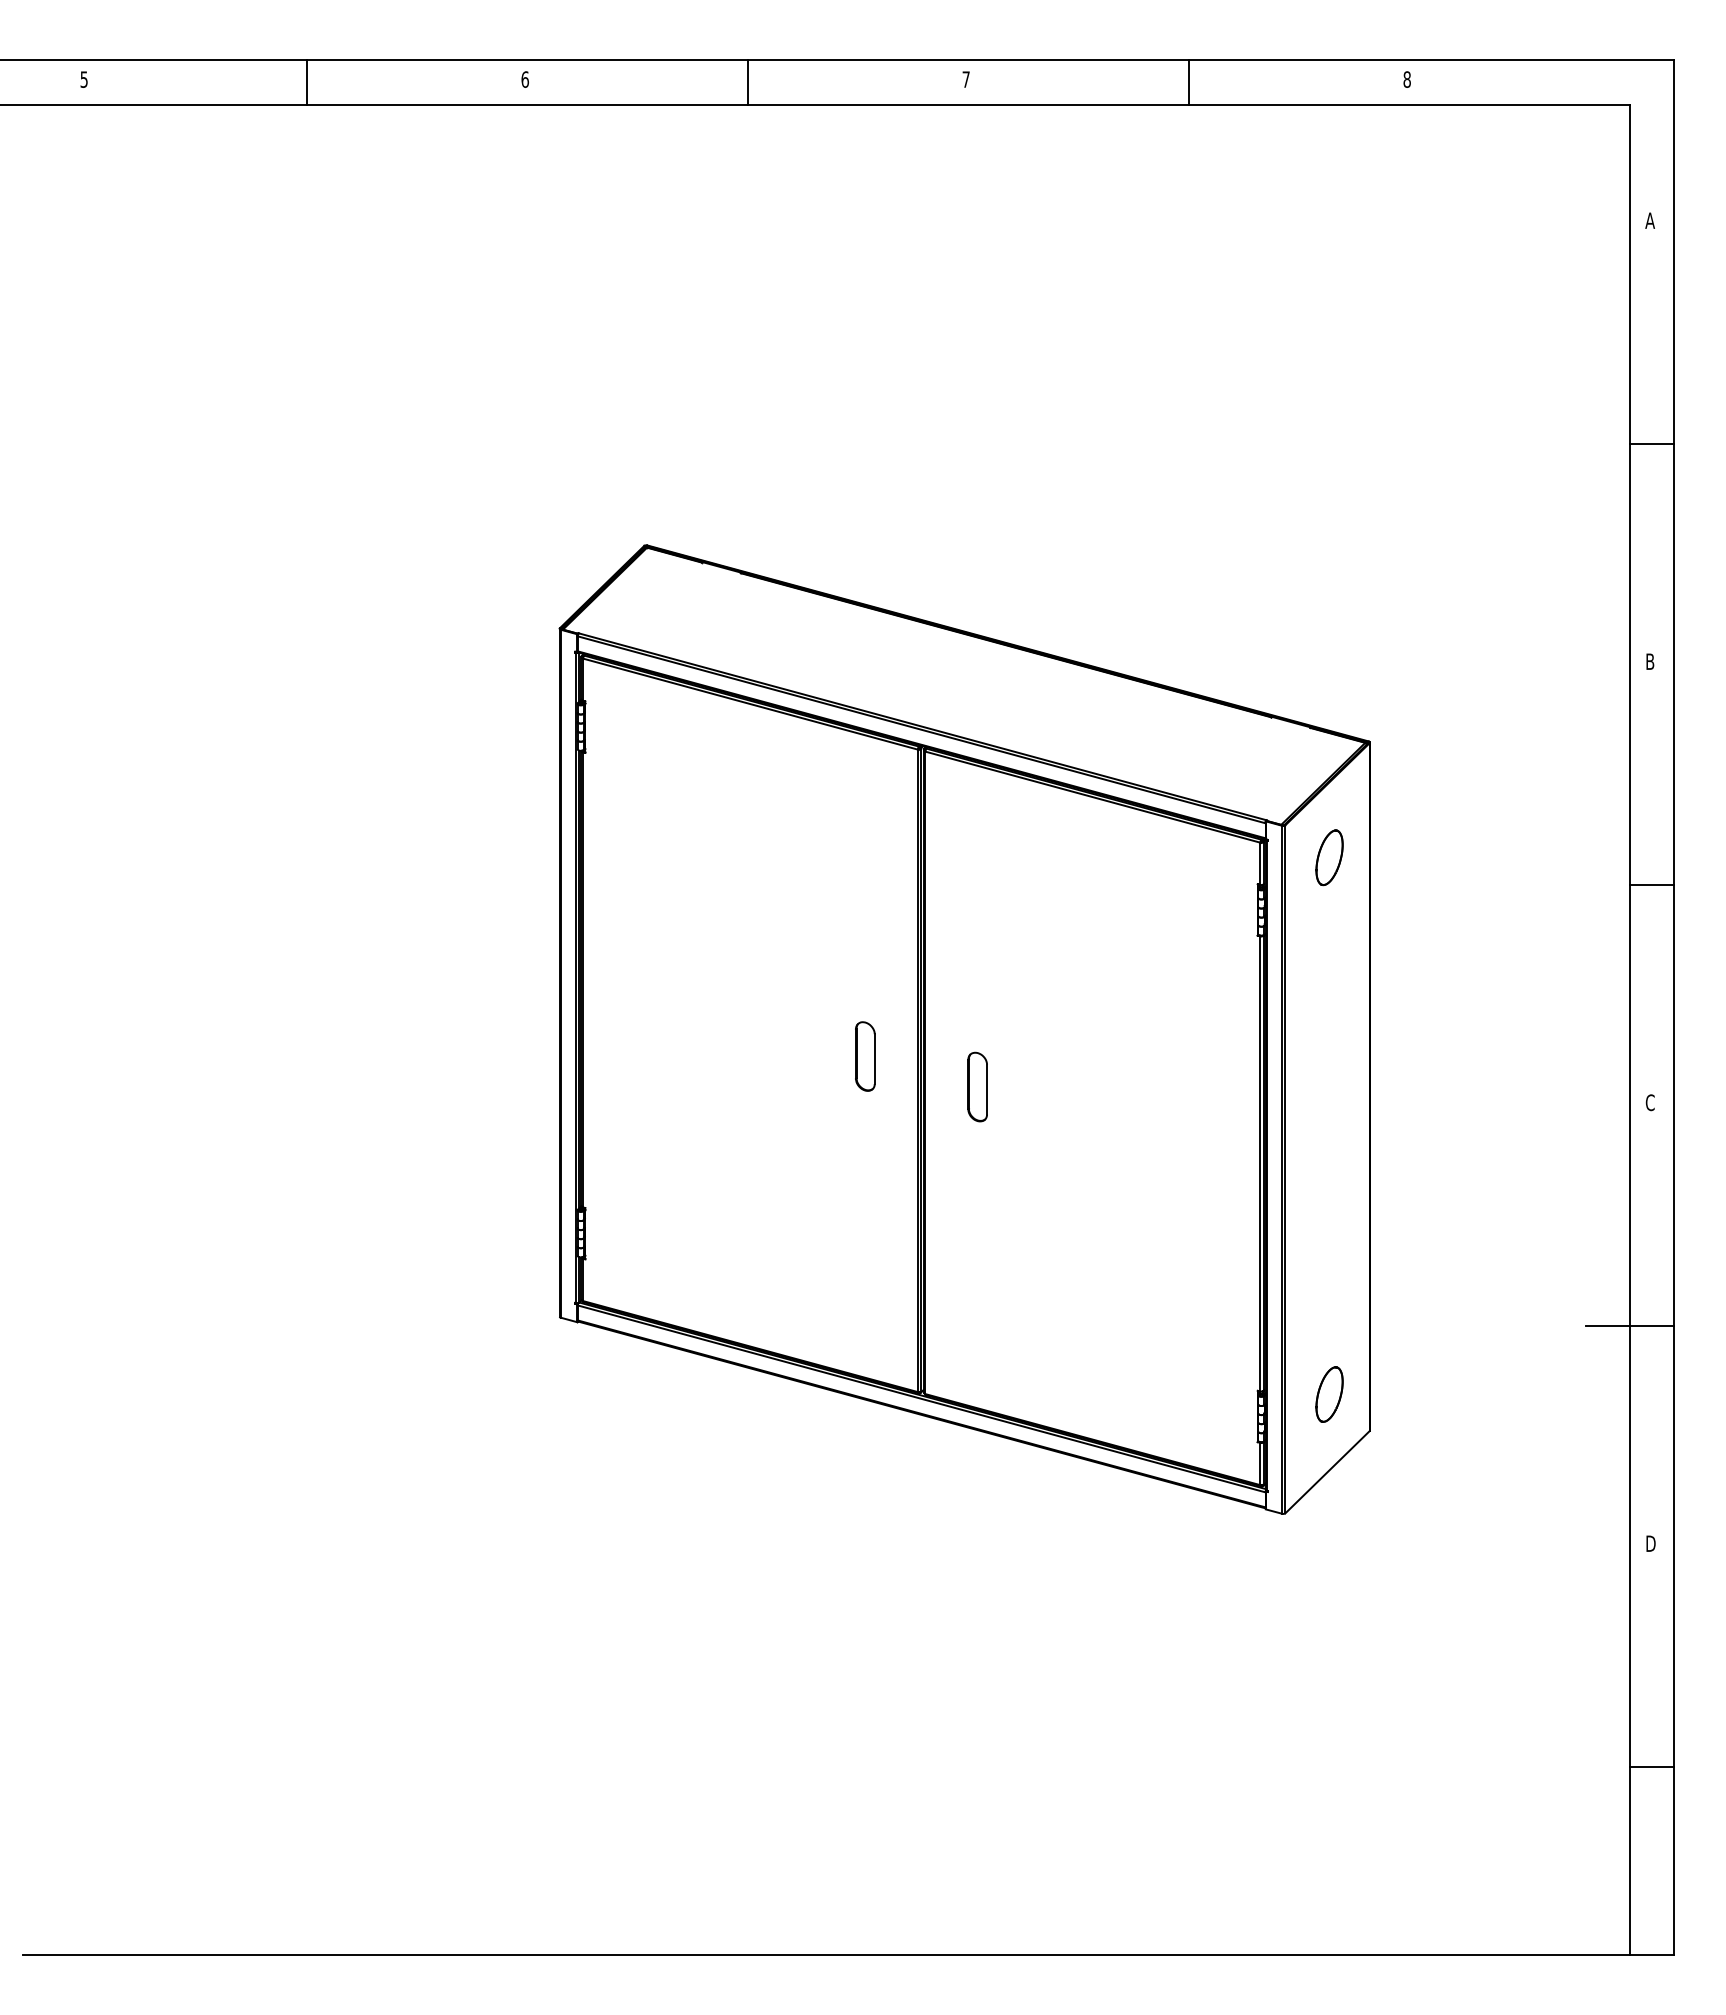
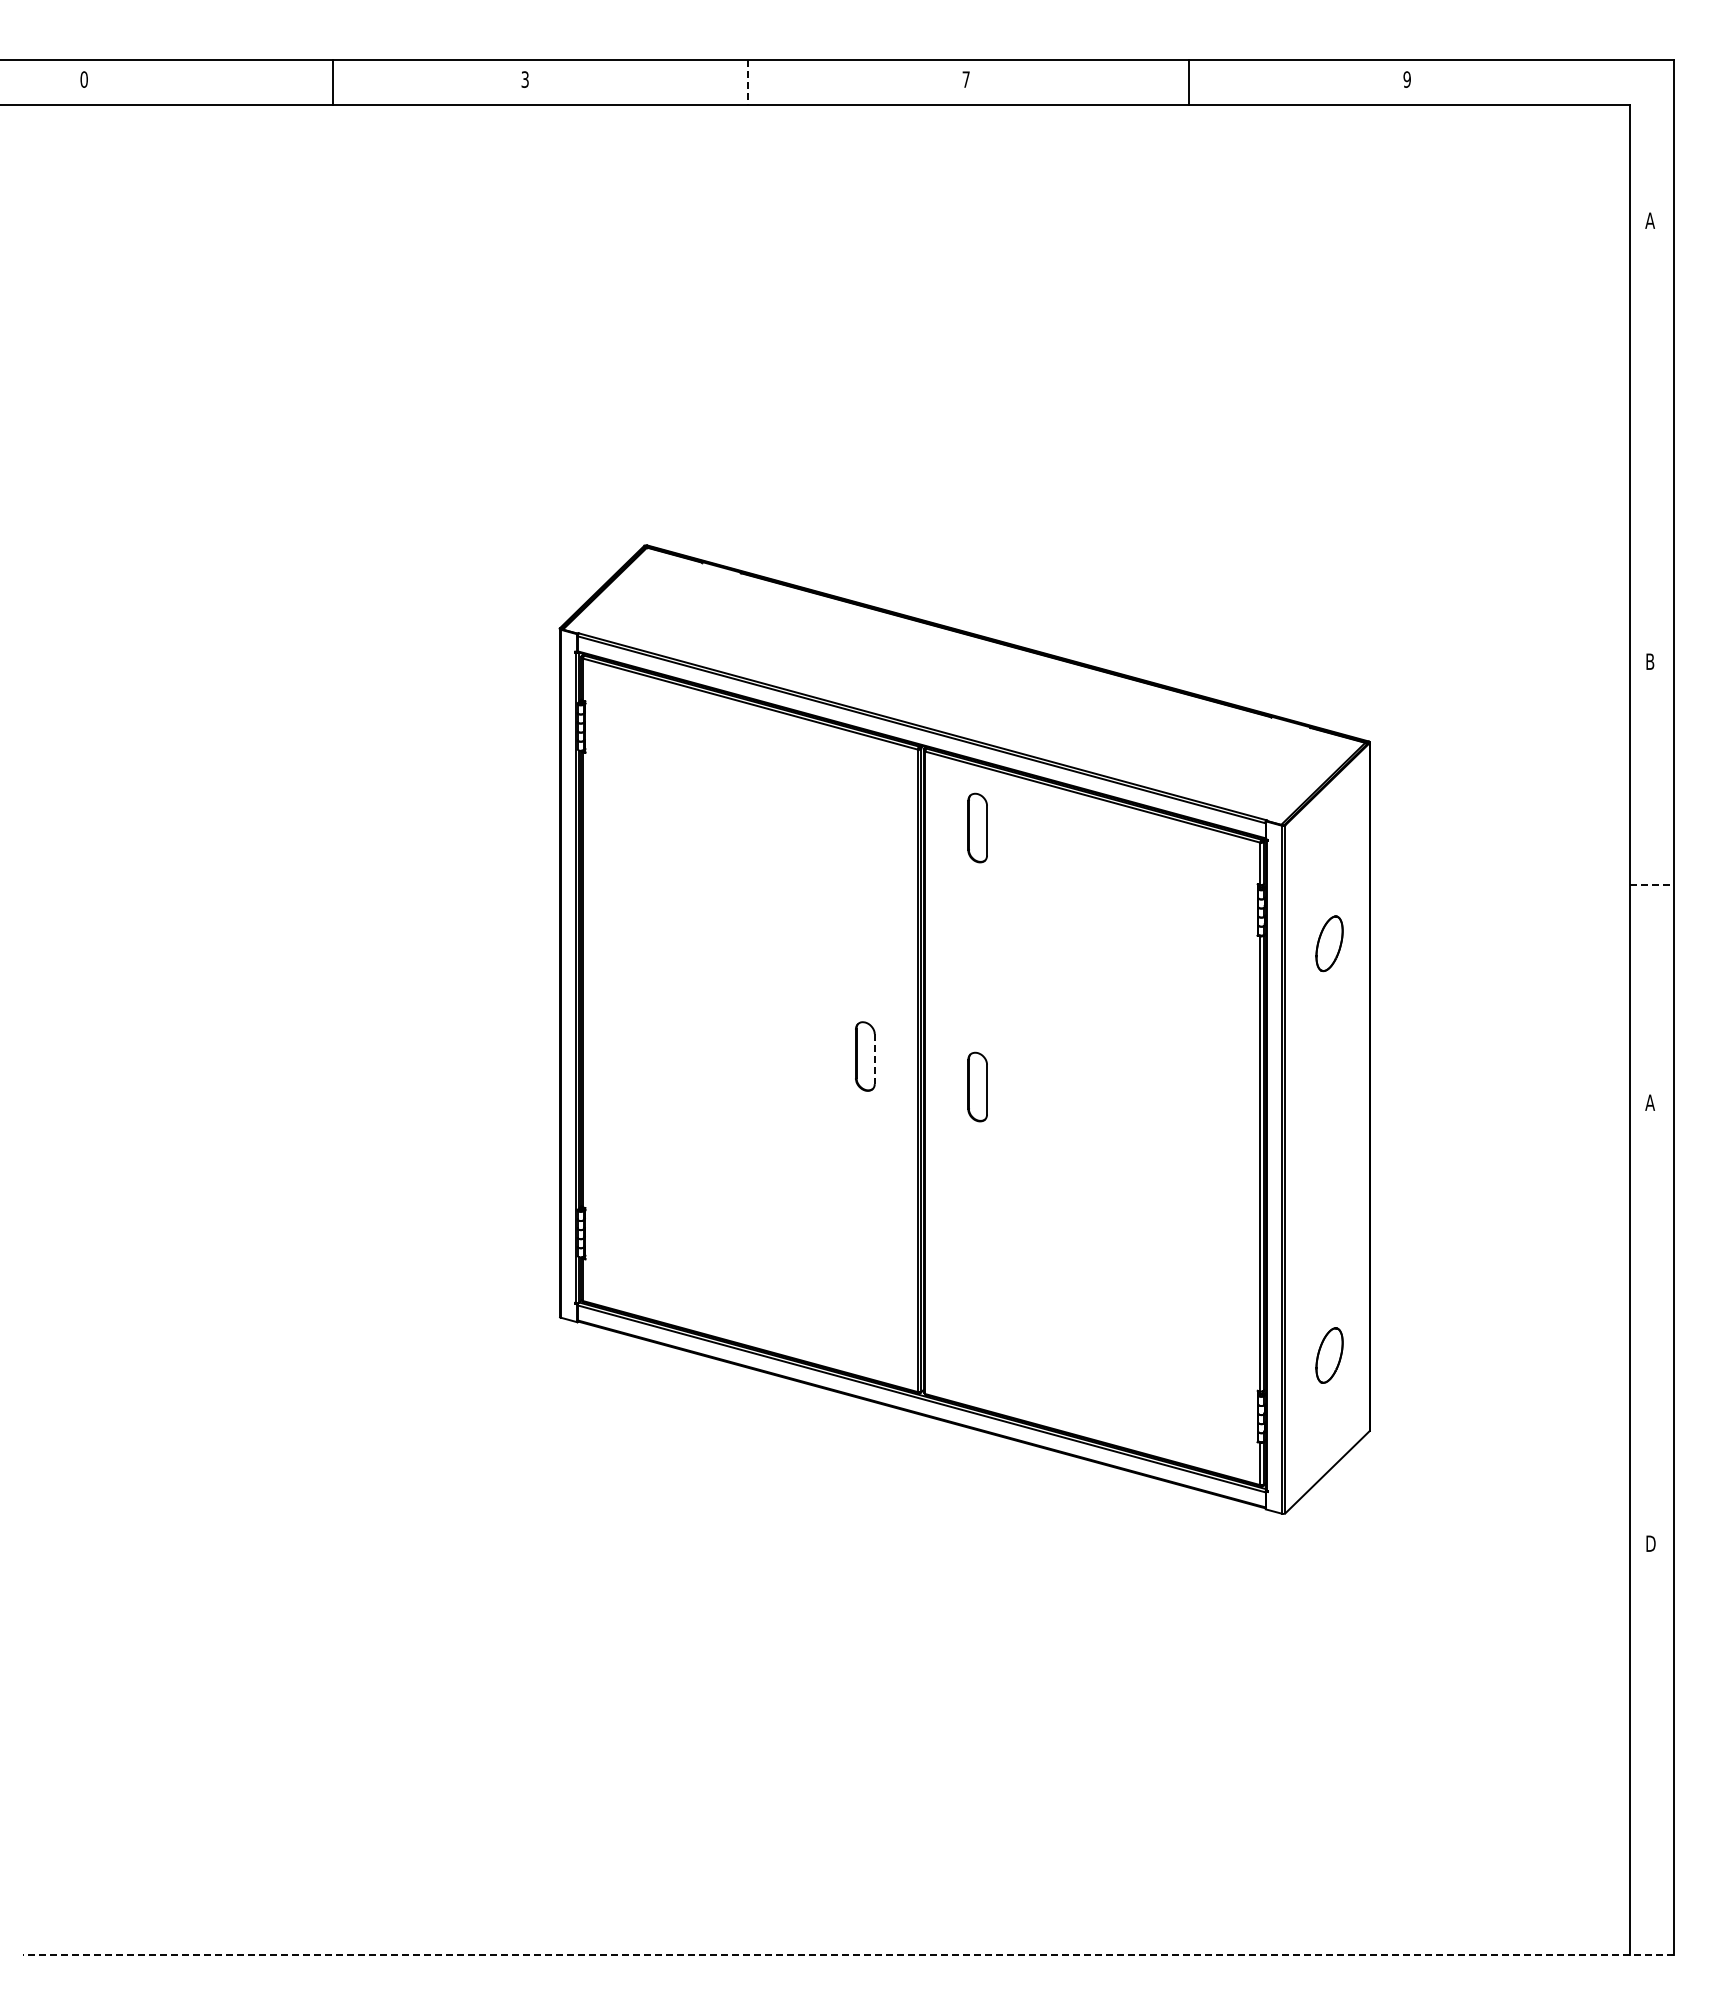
text at (83, 79): 5 -> 0
text at (524, 79): 6 -> 3
text at (1406, 79): 8 -> 9
line at (307, 82) position: (307, 82) -> (333, 82)
line at (748, 82): solid -> dashed
line at (1652, 444): present -> none
part at (977, 827): none -> present
part at (1329, 857) position: (1329, 857) -> (1329, 943)
line at (1652, 885): solid -> dashed
line at (874, 1059): solid -> dashed
text at (1649, 1102): C -> A
line at (1630, 1326): present -> none
part at (1329, 1394) position: (1329, 1394) -> (1329, 1355)
line at (1652, 1767): present -> none
line at (848, 1954): solid -> dashed
